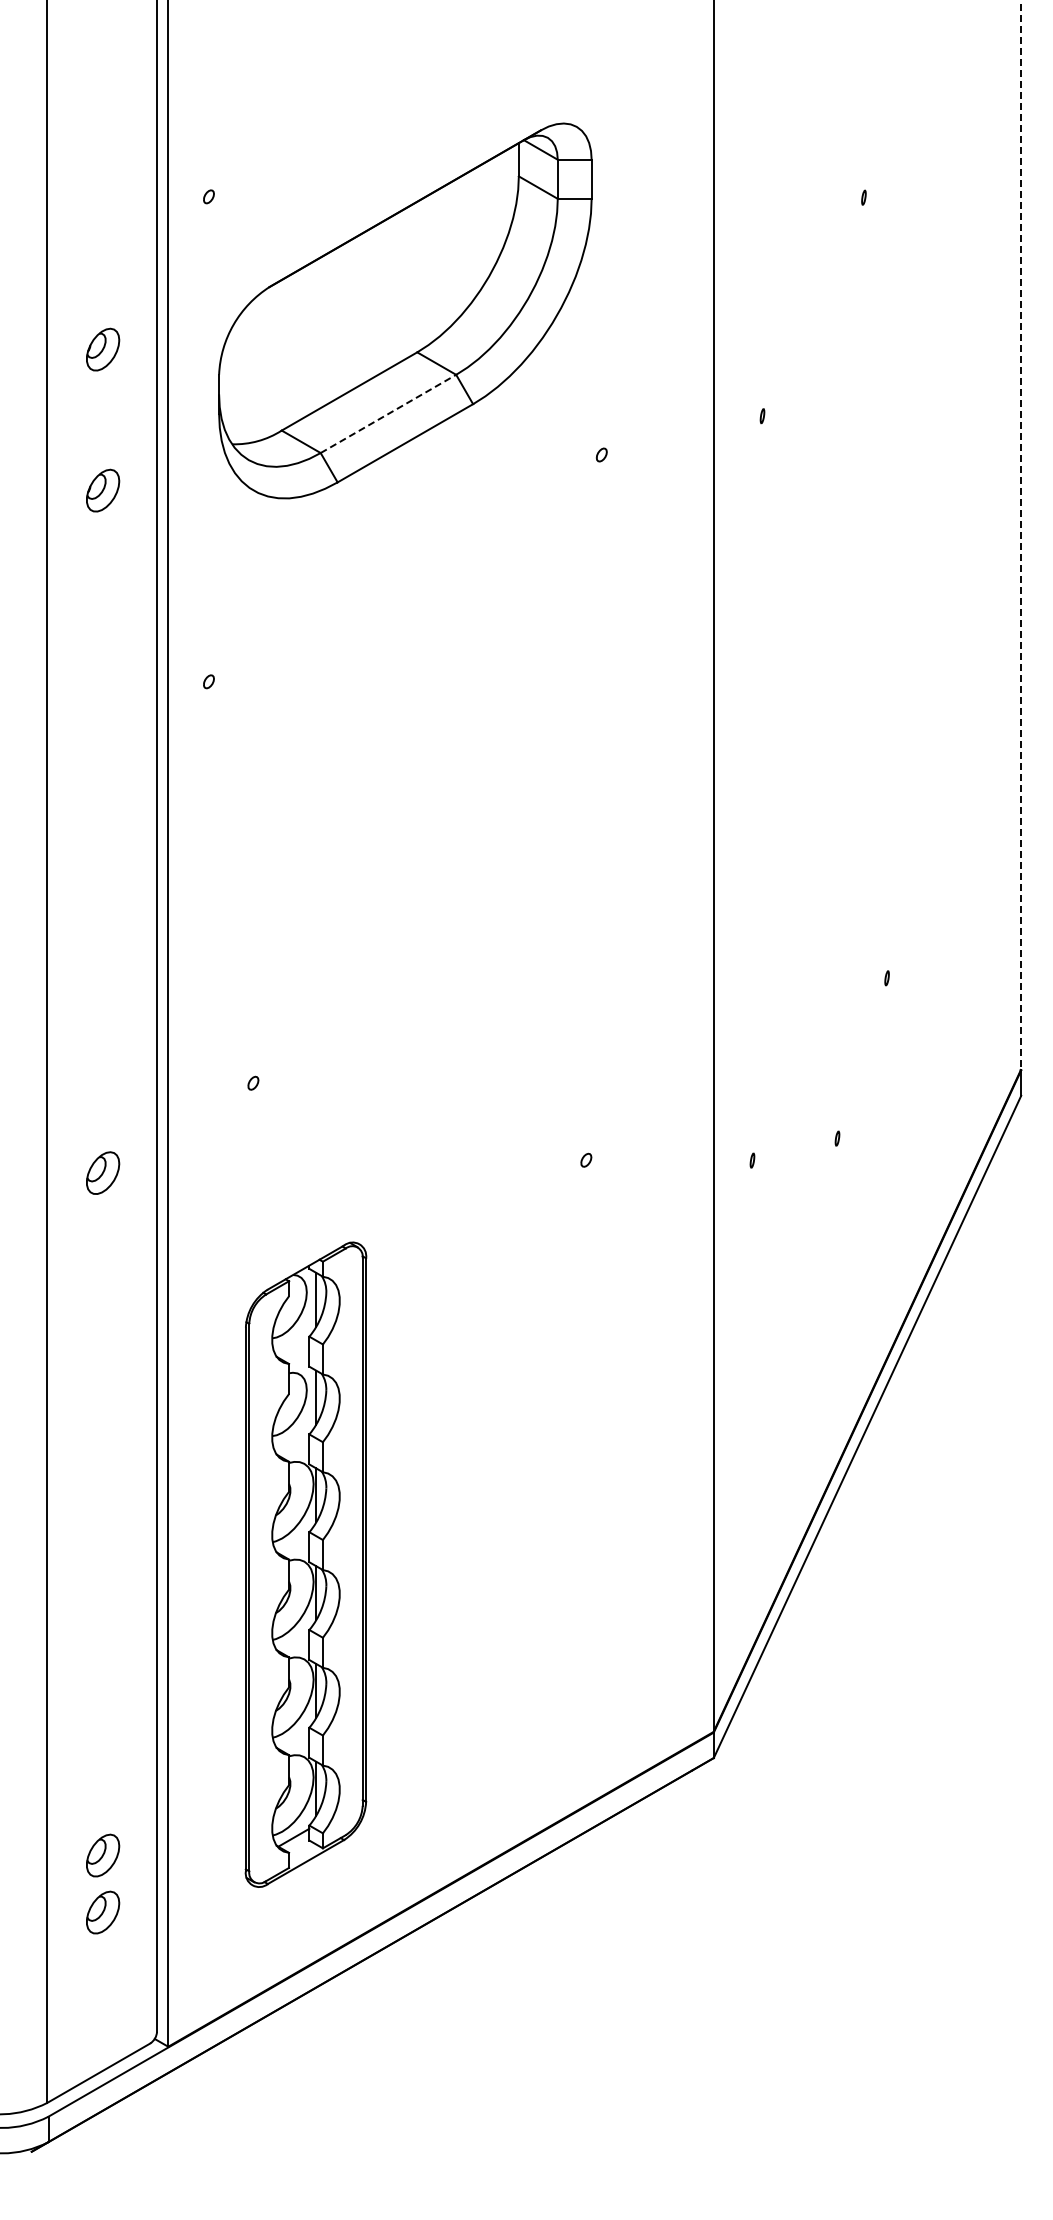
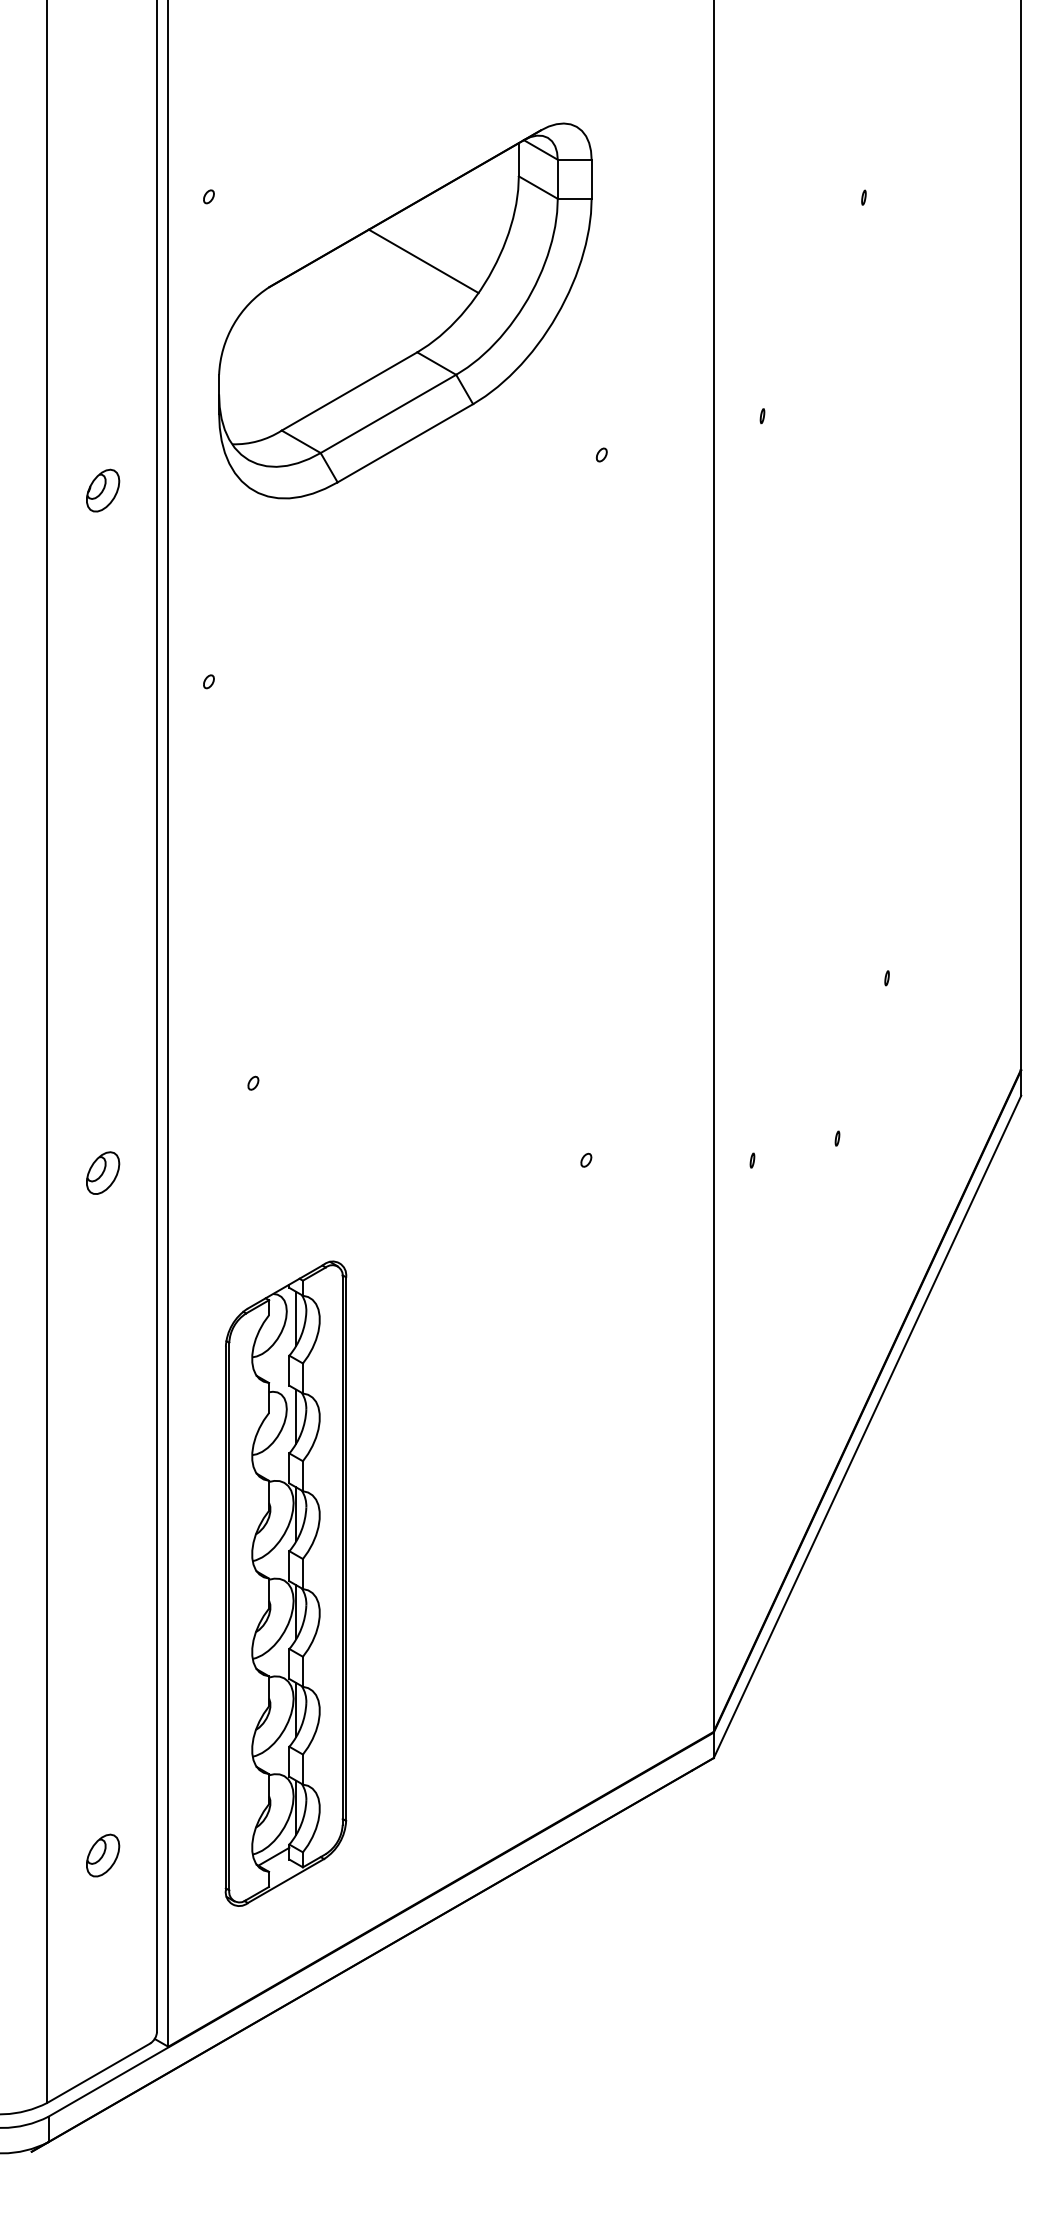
line at (423, 261): none -> present
part at (103, 349): present -> none
line at (388, 413): dashed -> solid
line at (1020, 535): dashed -> solid
part at (305, 1564) position: (305, 1564) -> (285, 1583)
part at (103, 1912): present -> none
